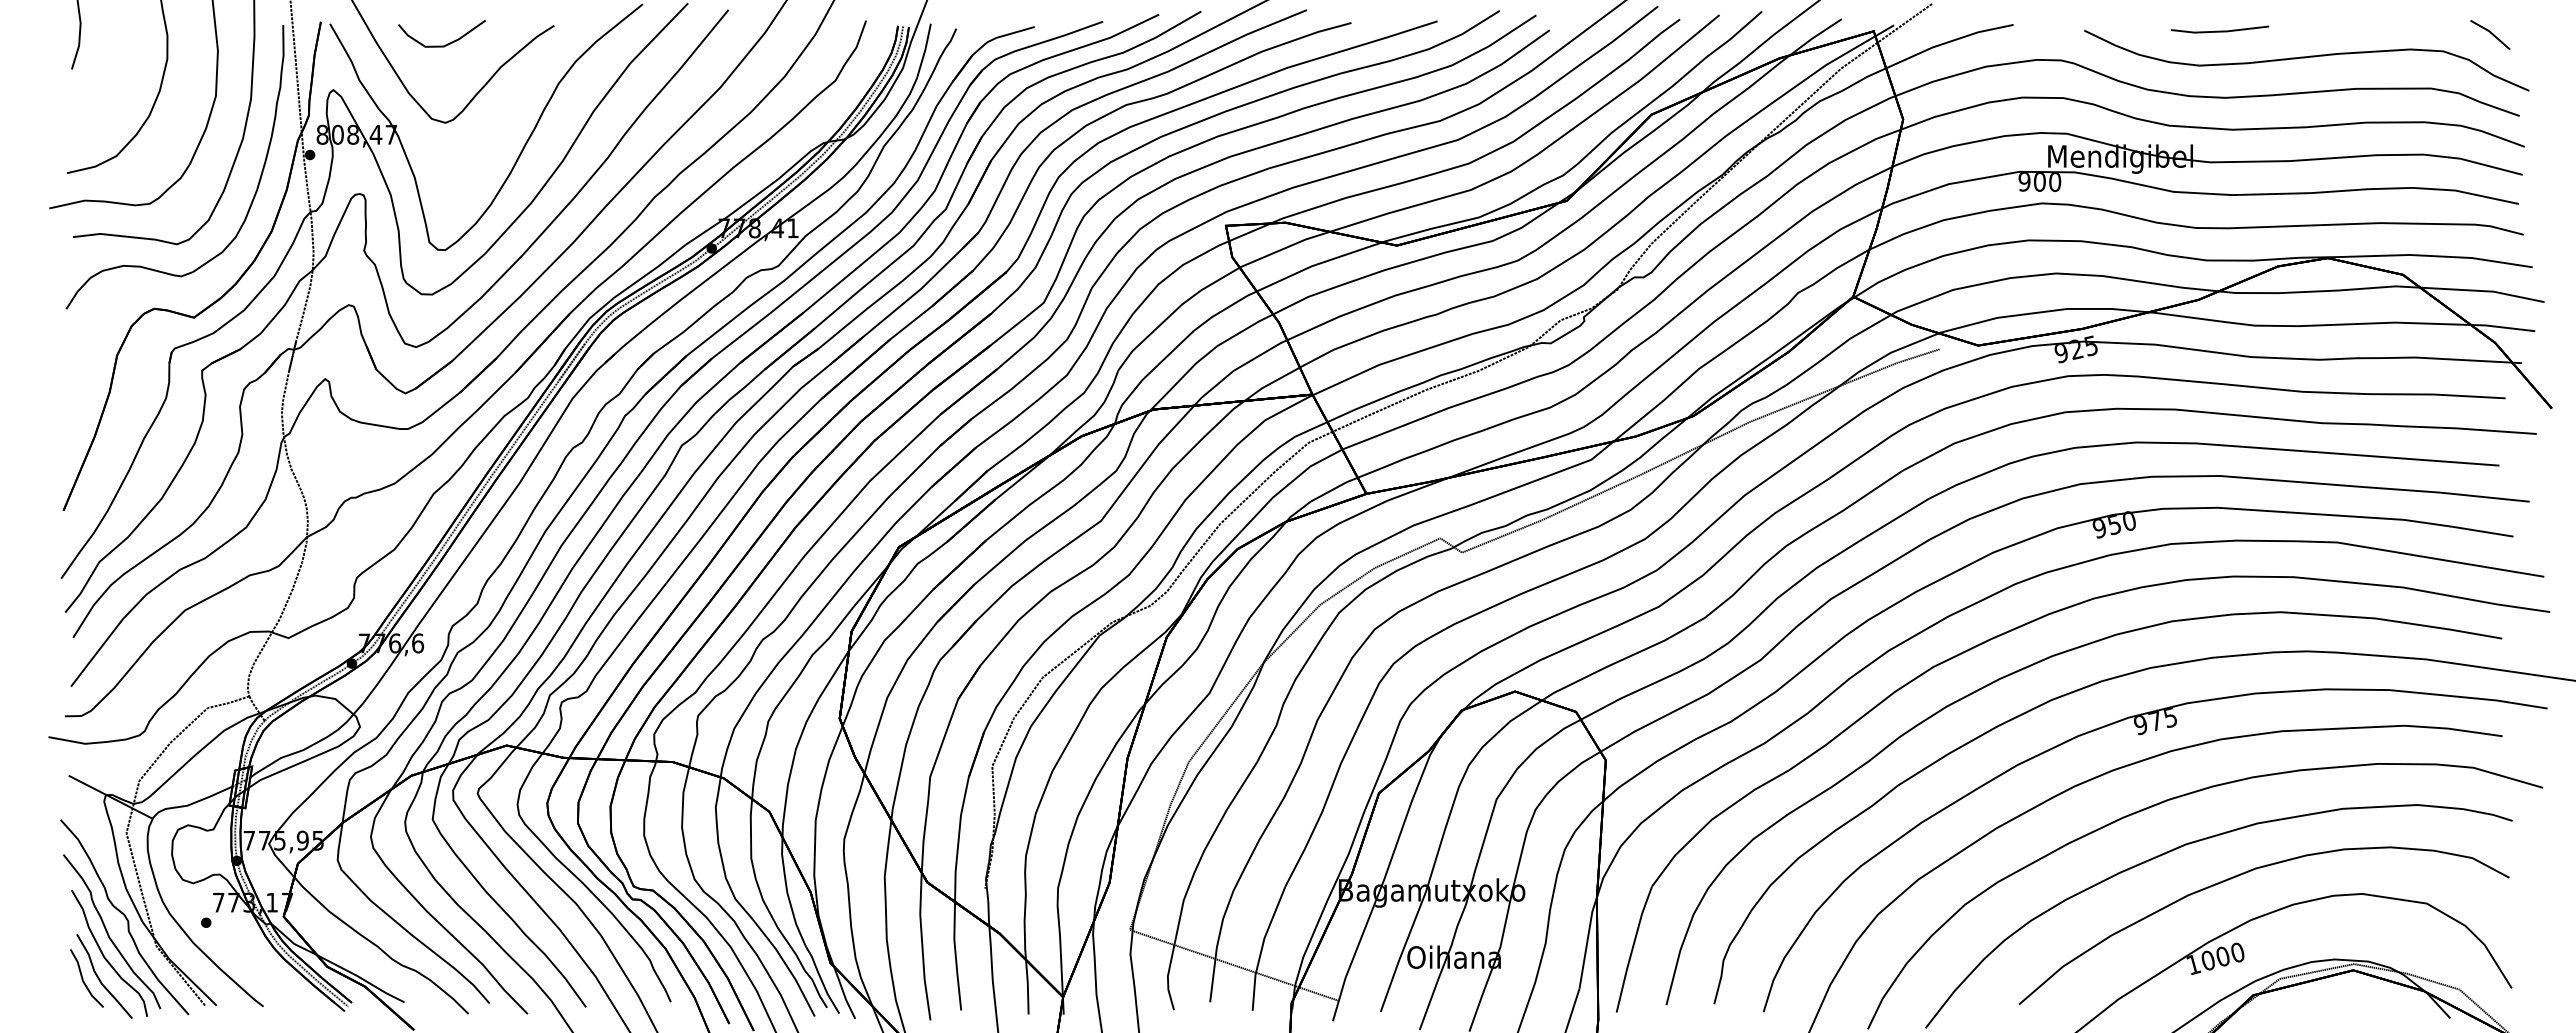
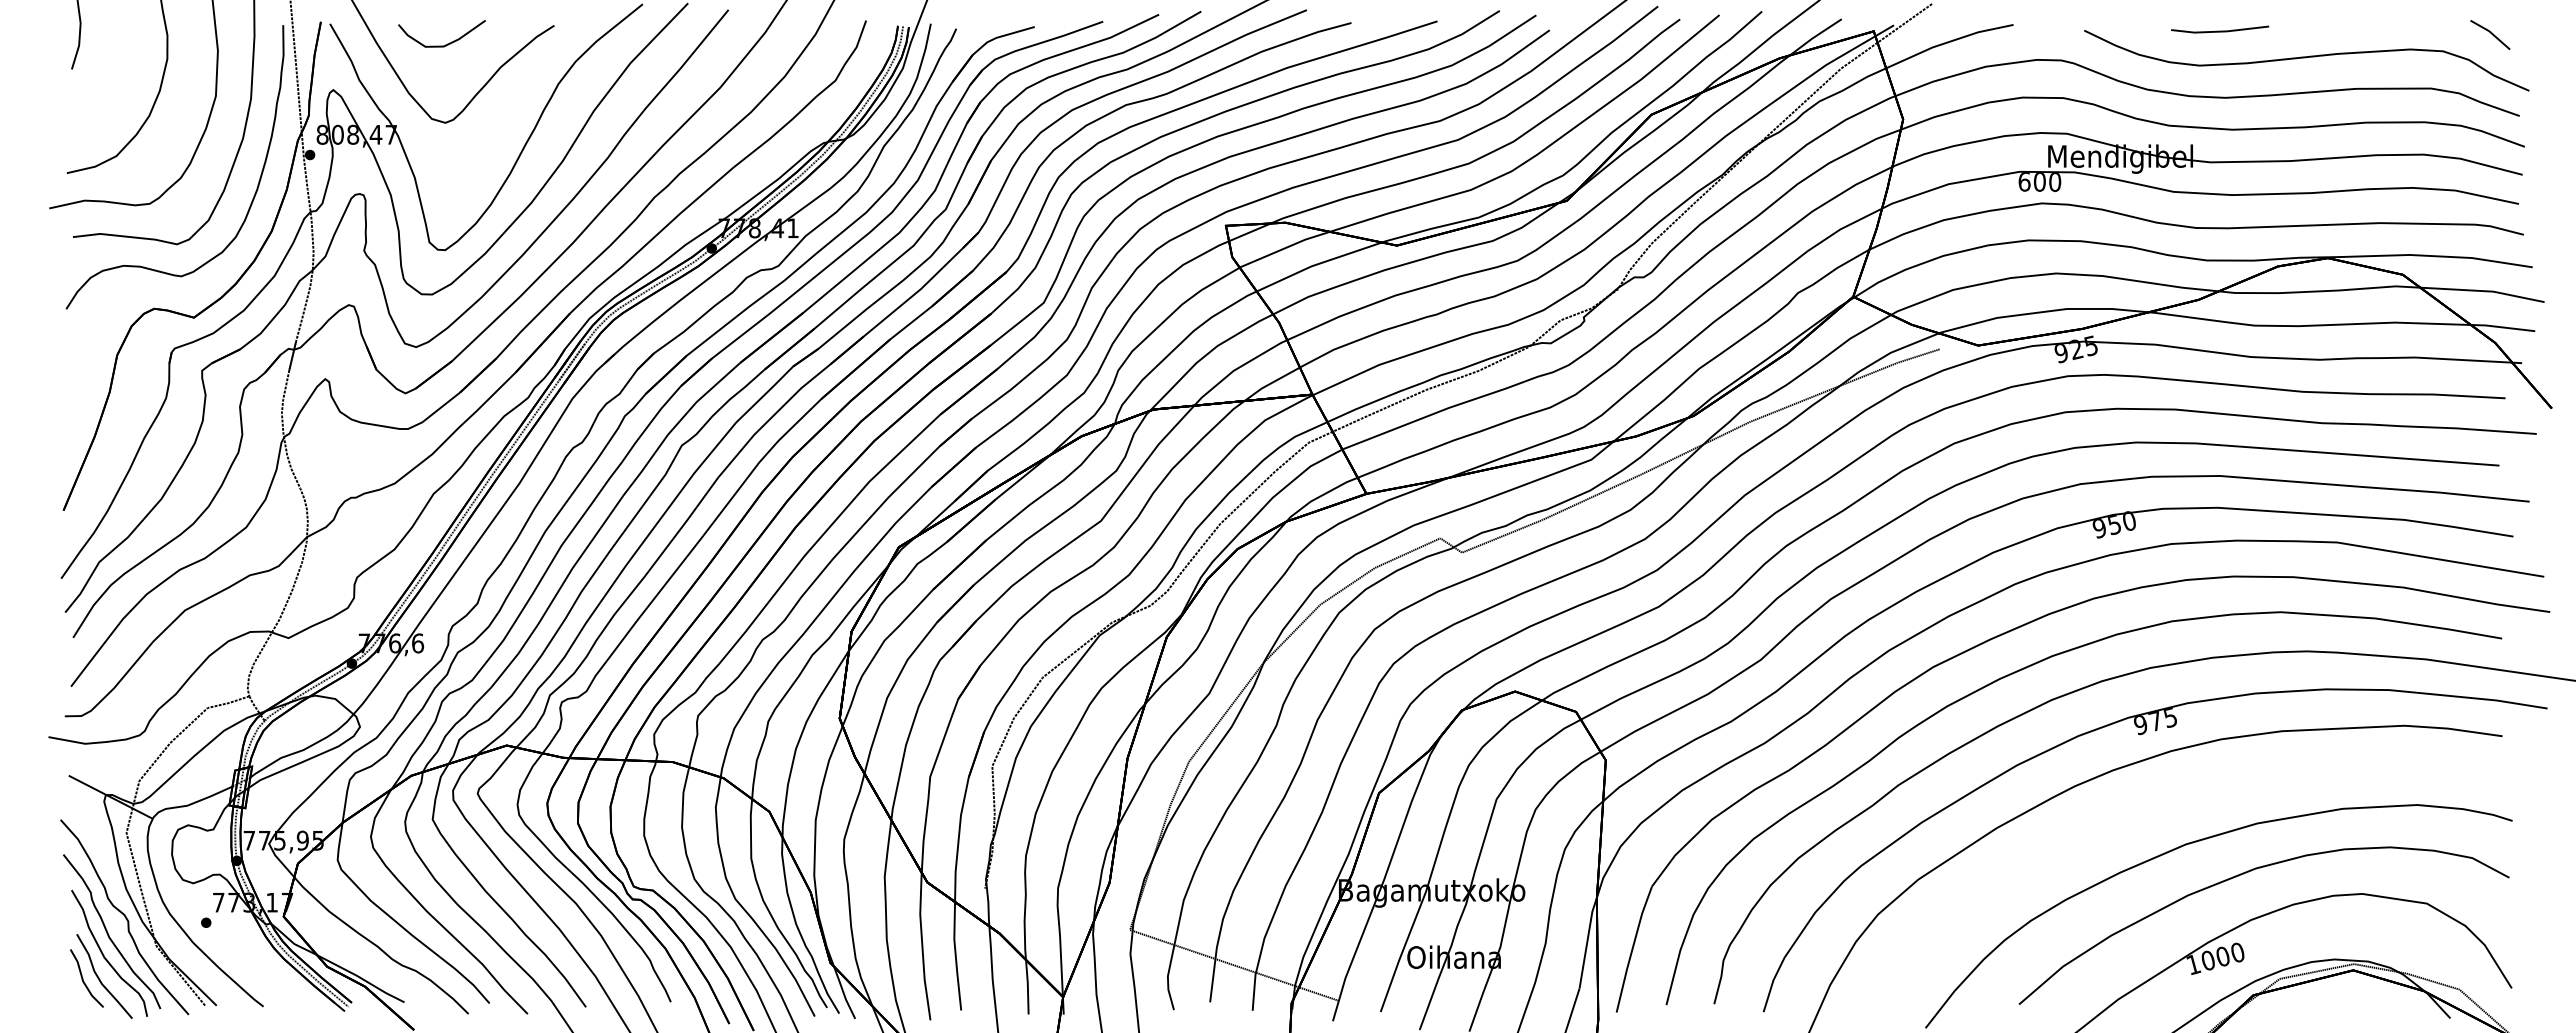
text at (2024, 181): 900 -> 600
curve at (2177, 798): present -> none
